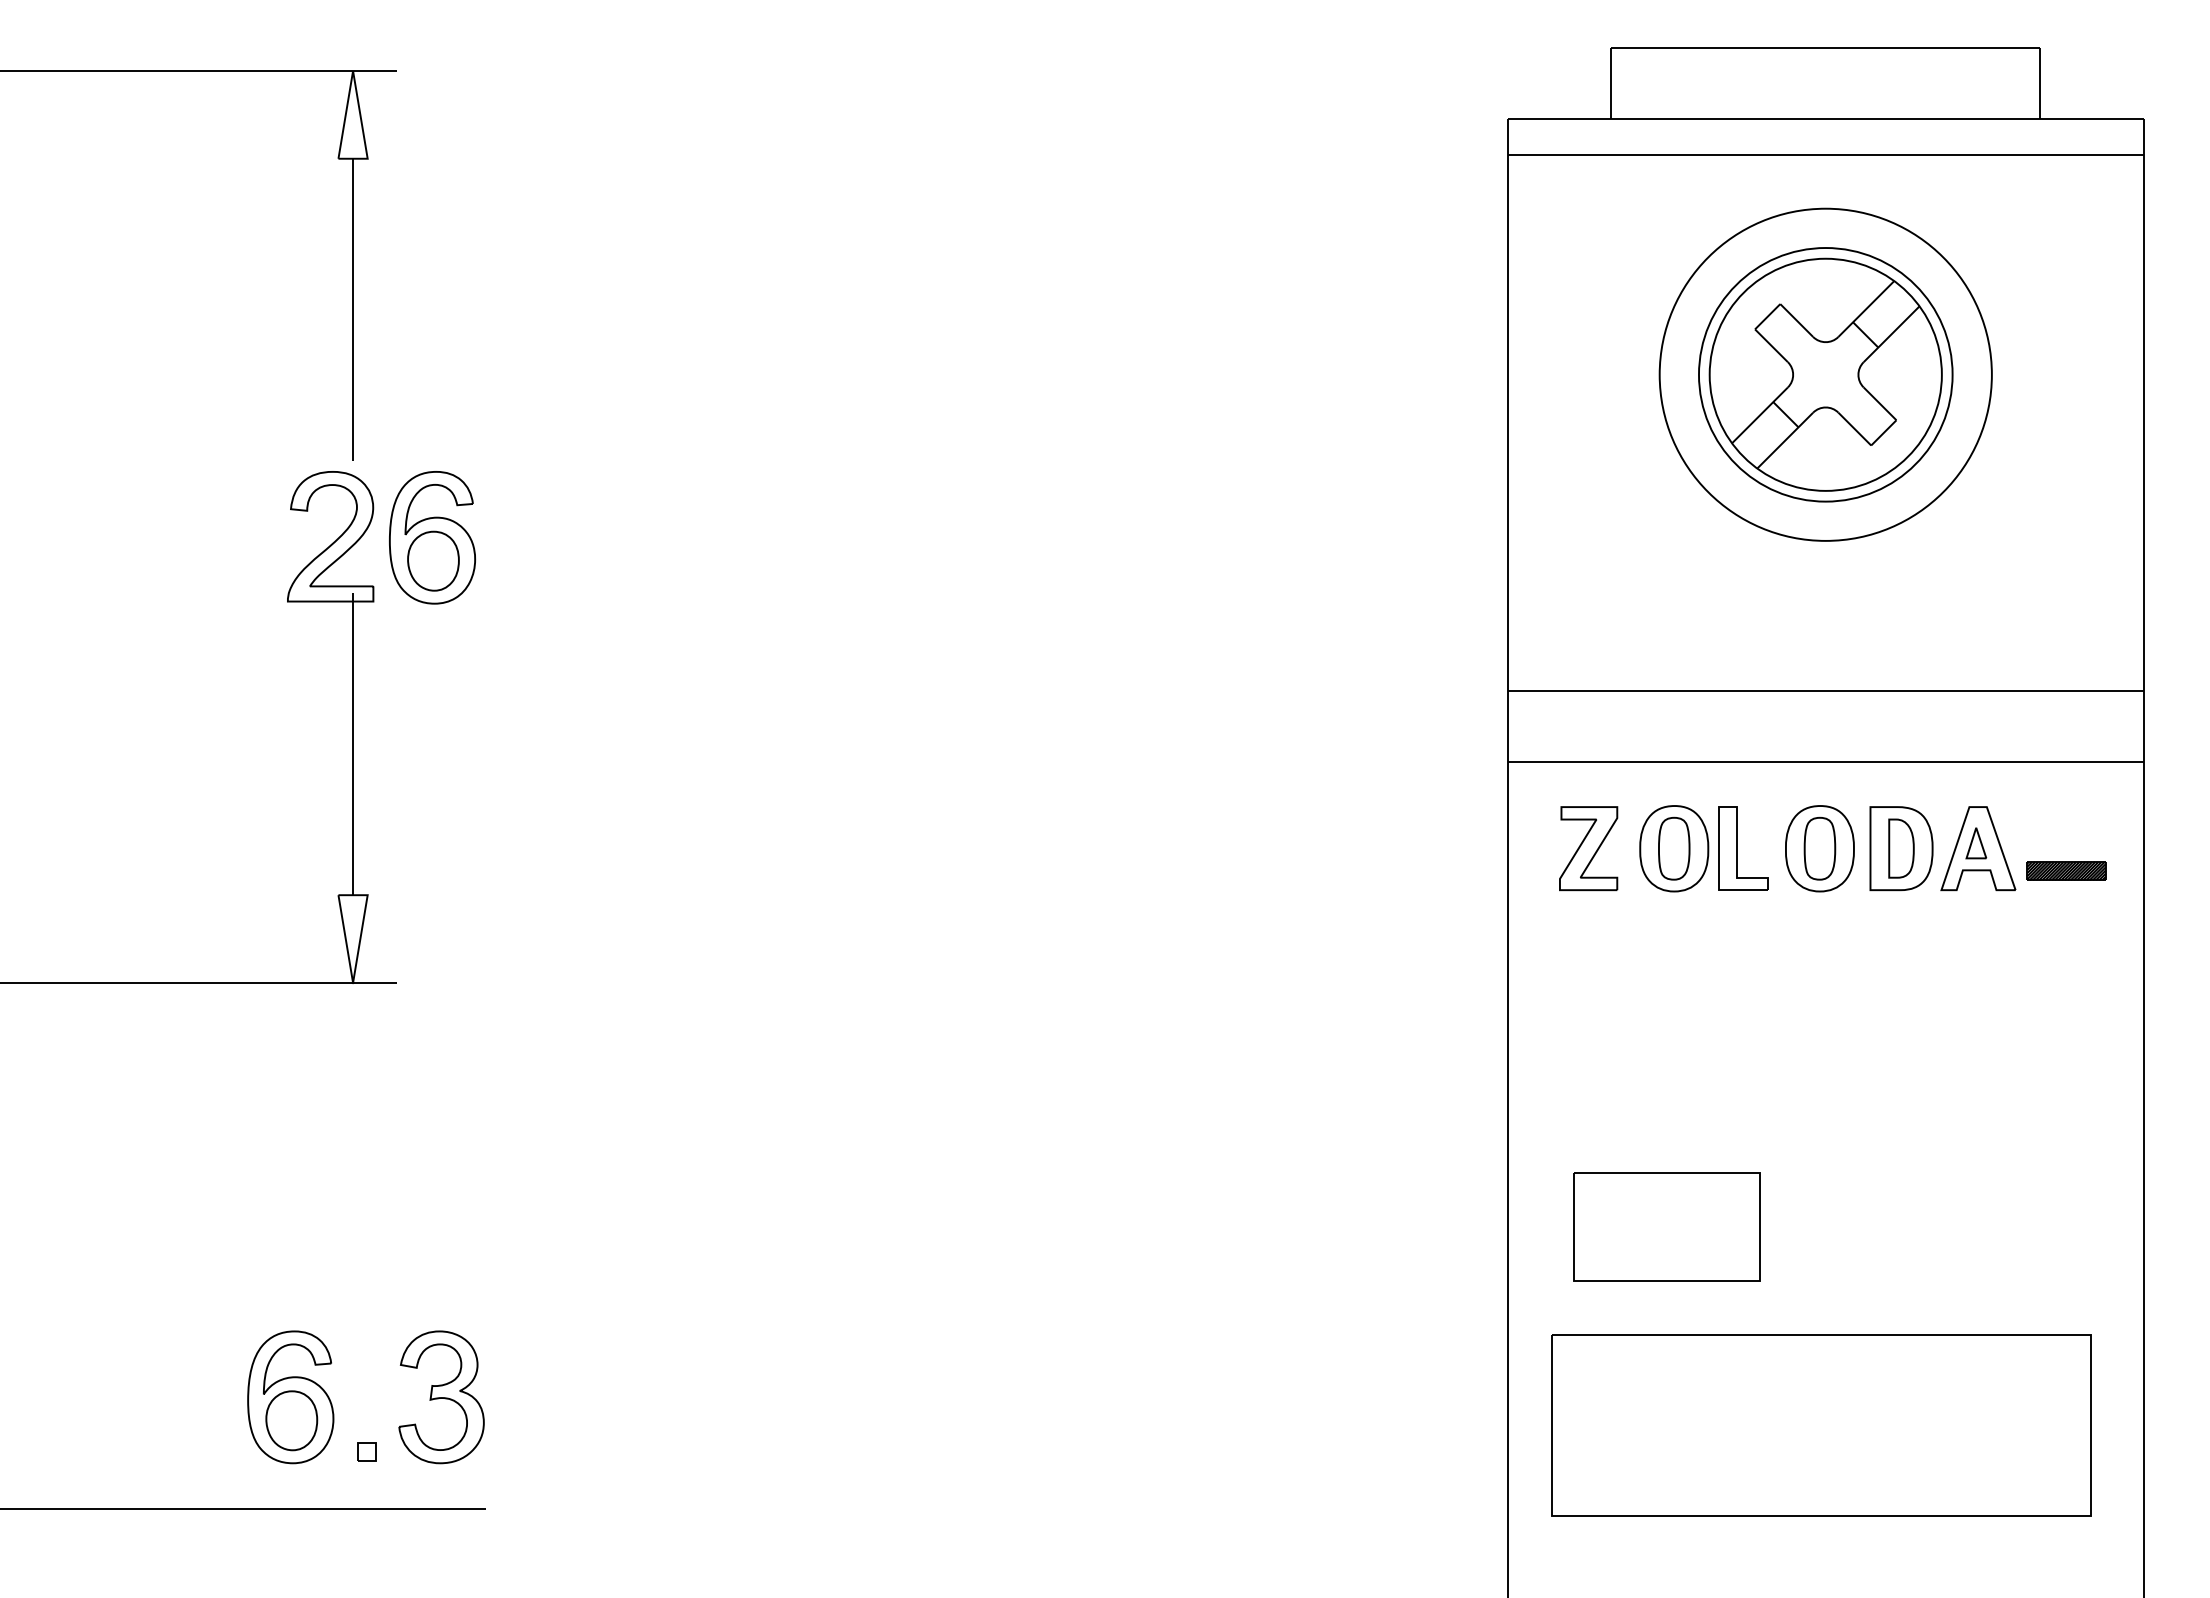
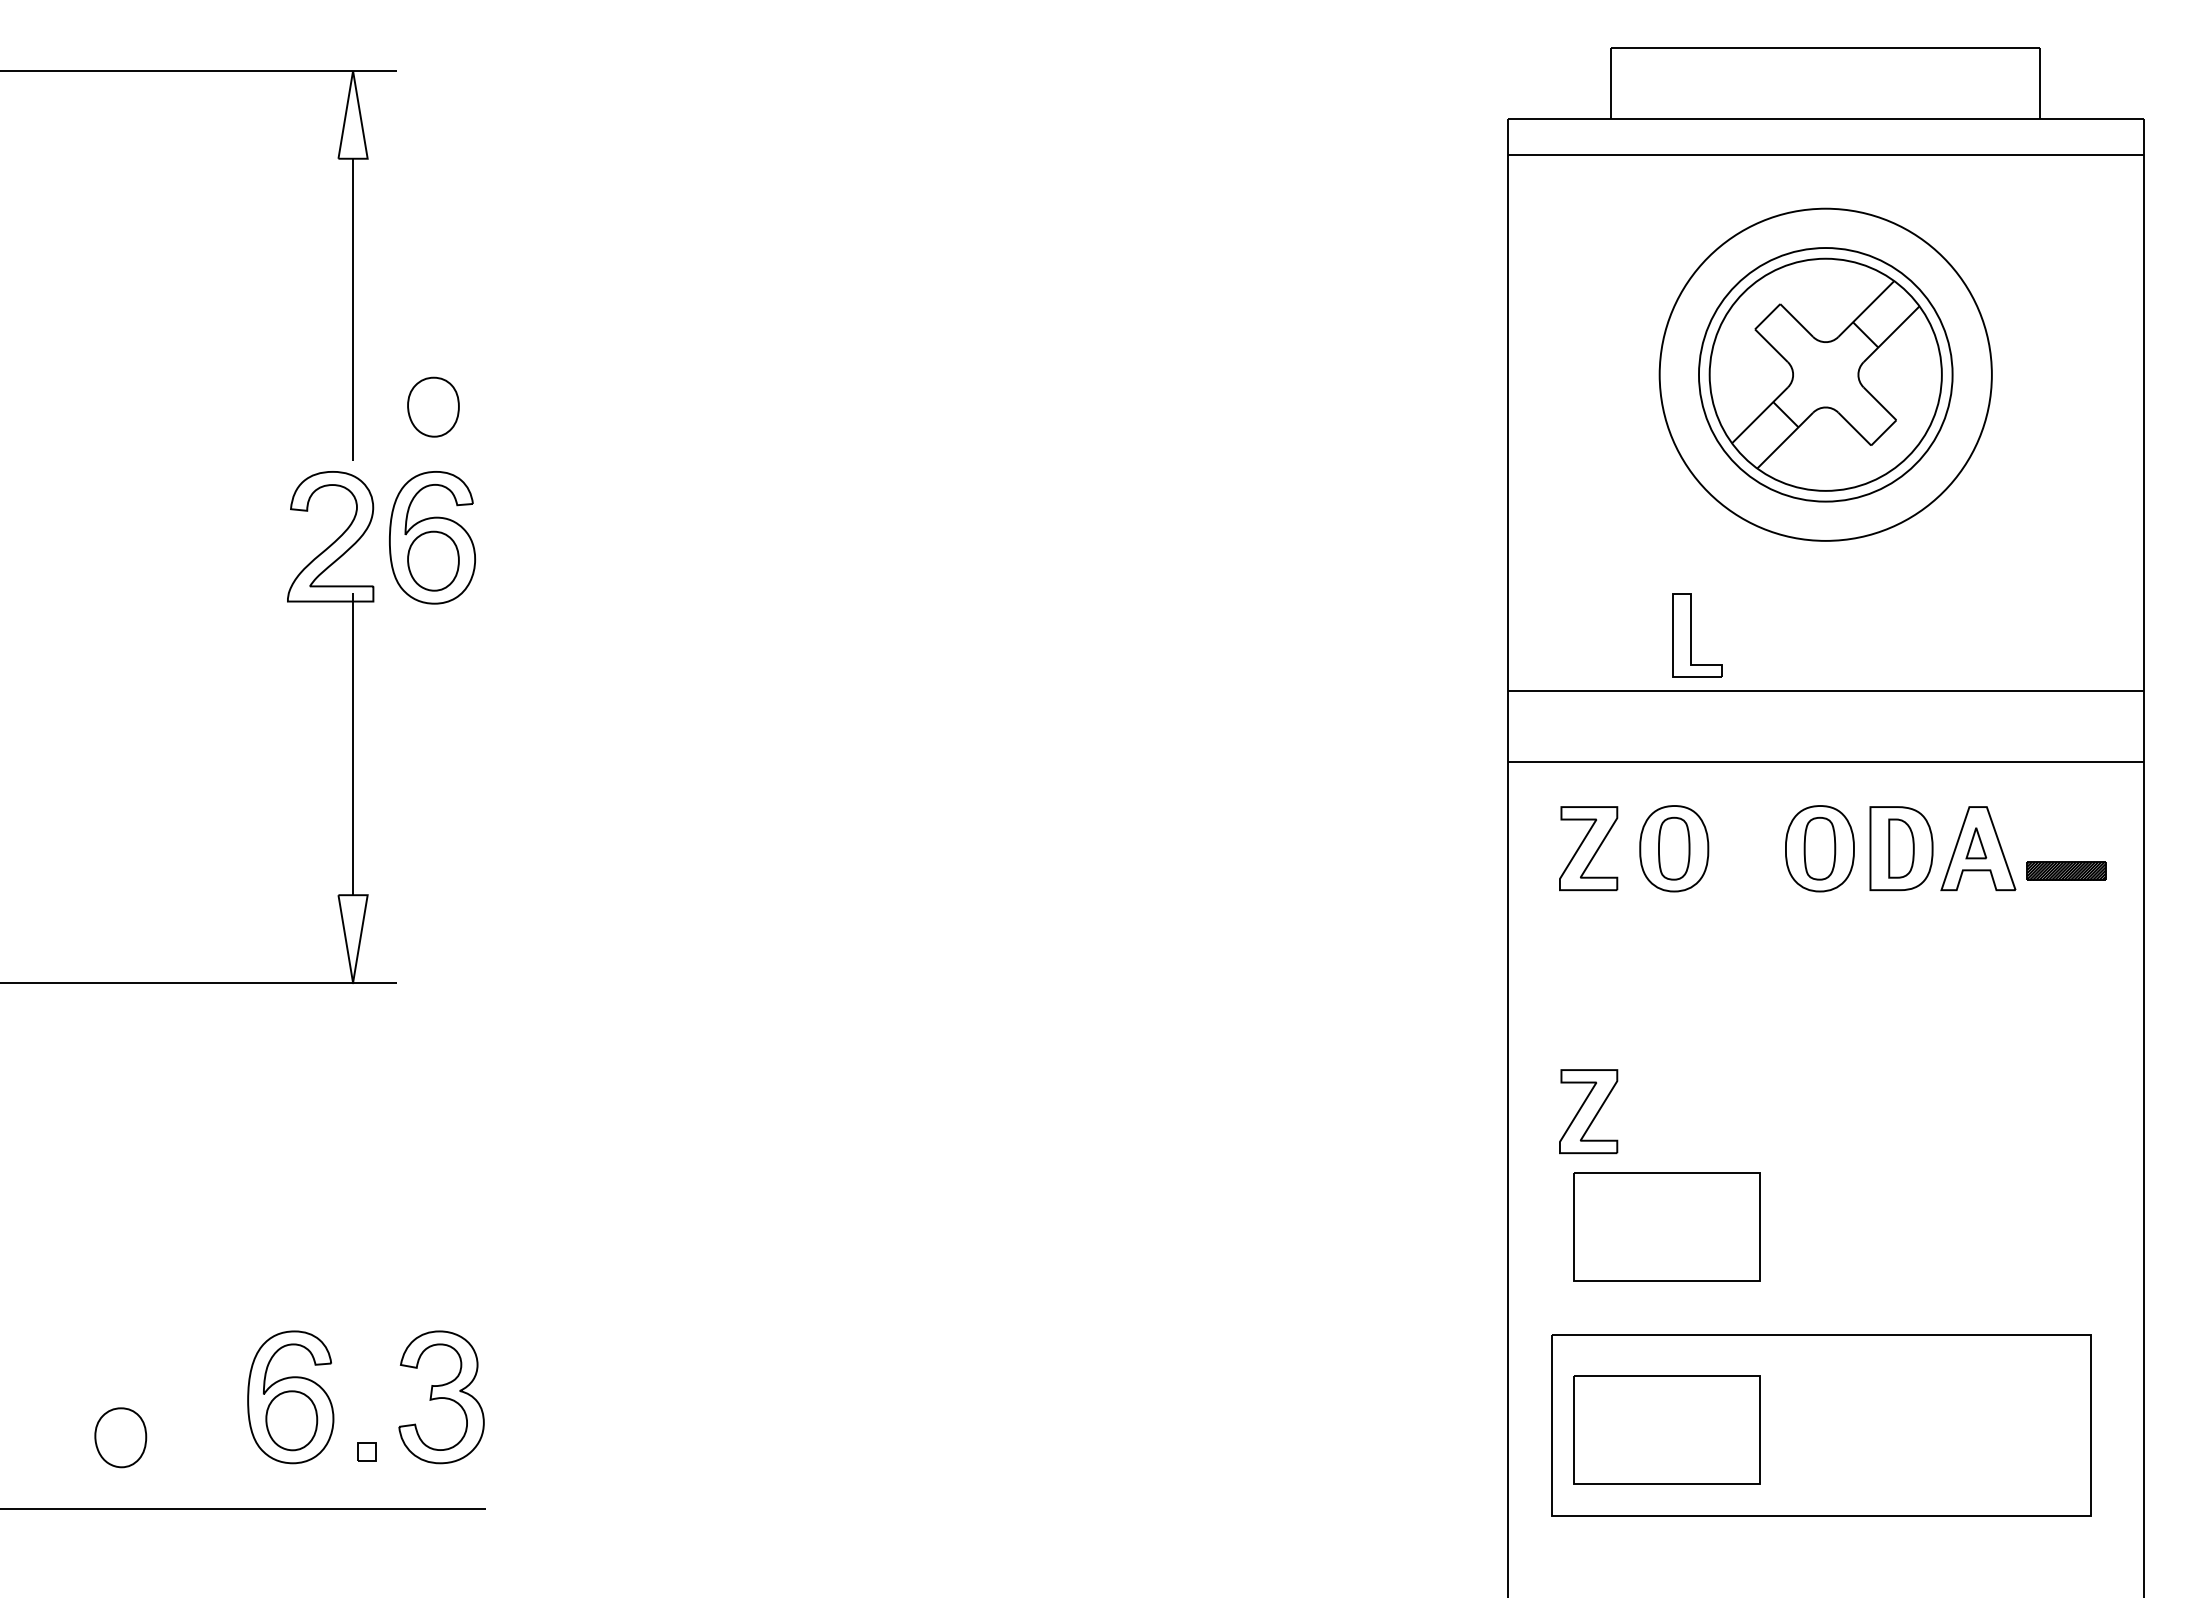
part at (433, 406): none -> present
part at (1743, 848) position: (1743, 848) -> (1697, 635)
part at (1588, 1111): none -> present
part at (1666, 1429): none -> present
part at (120, 1437): none -> present
